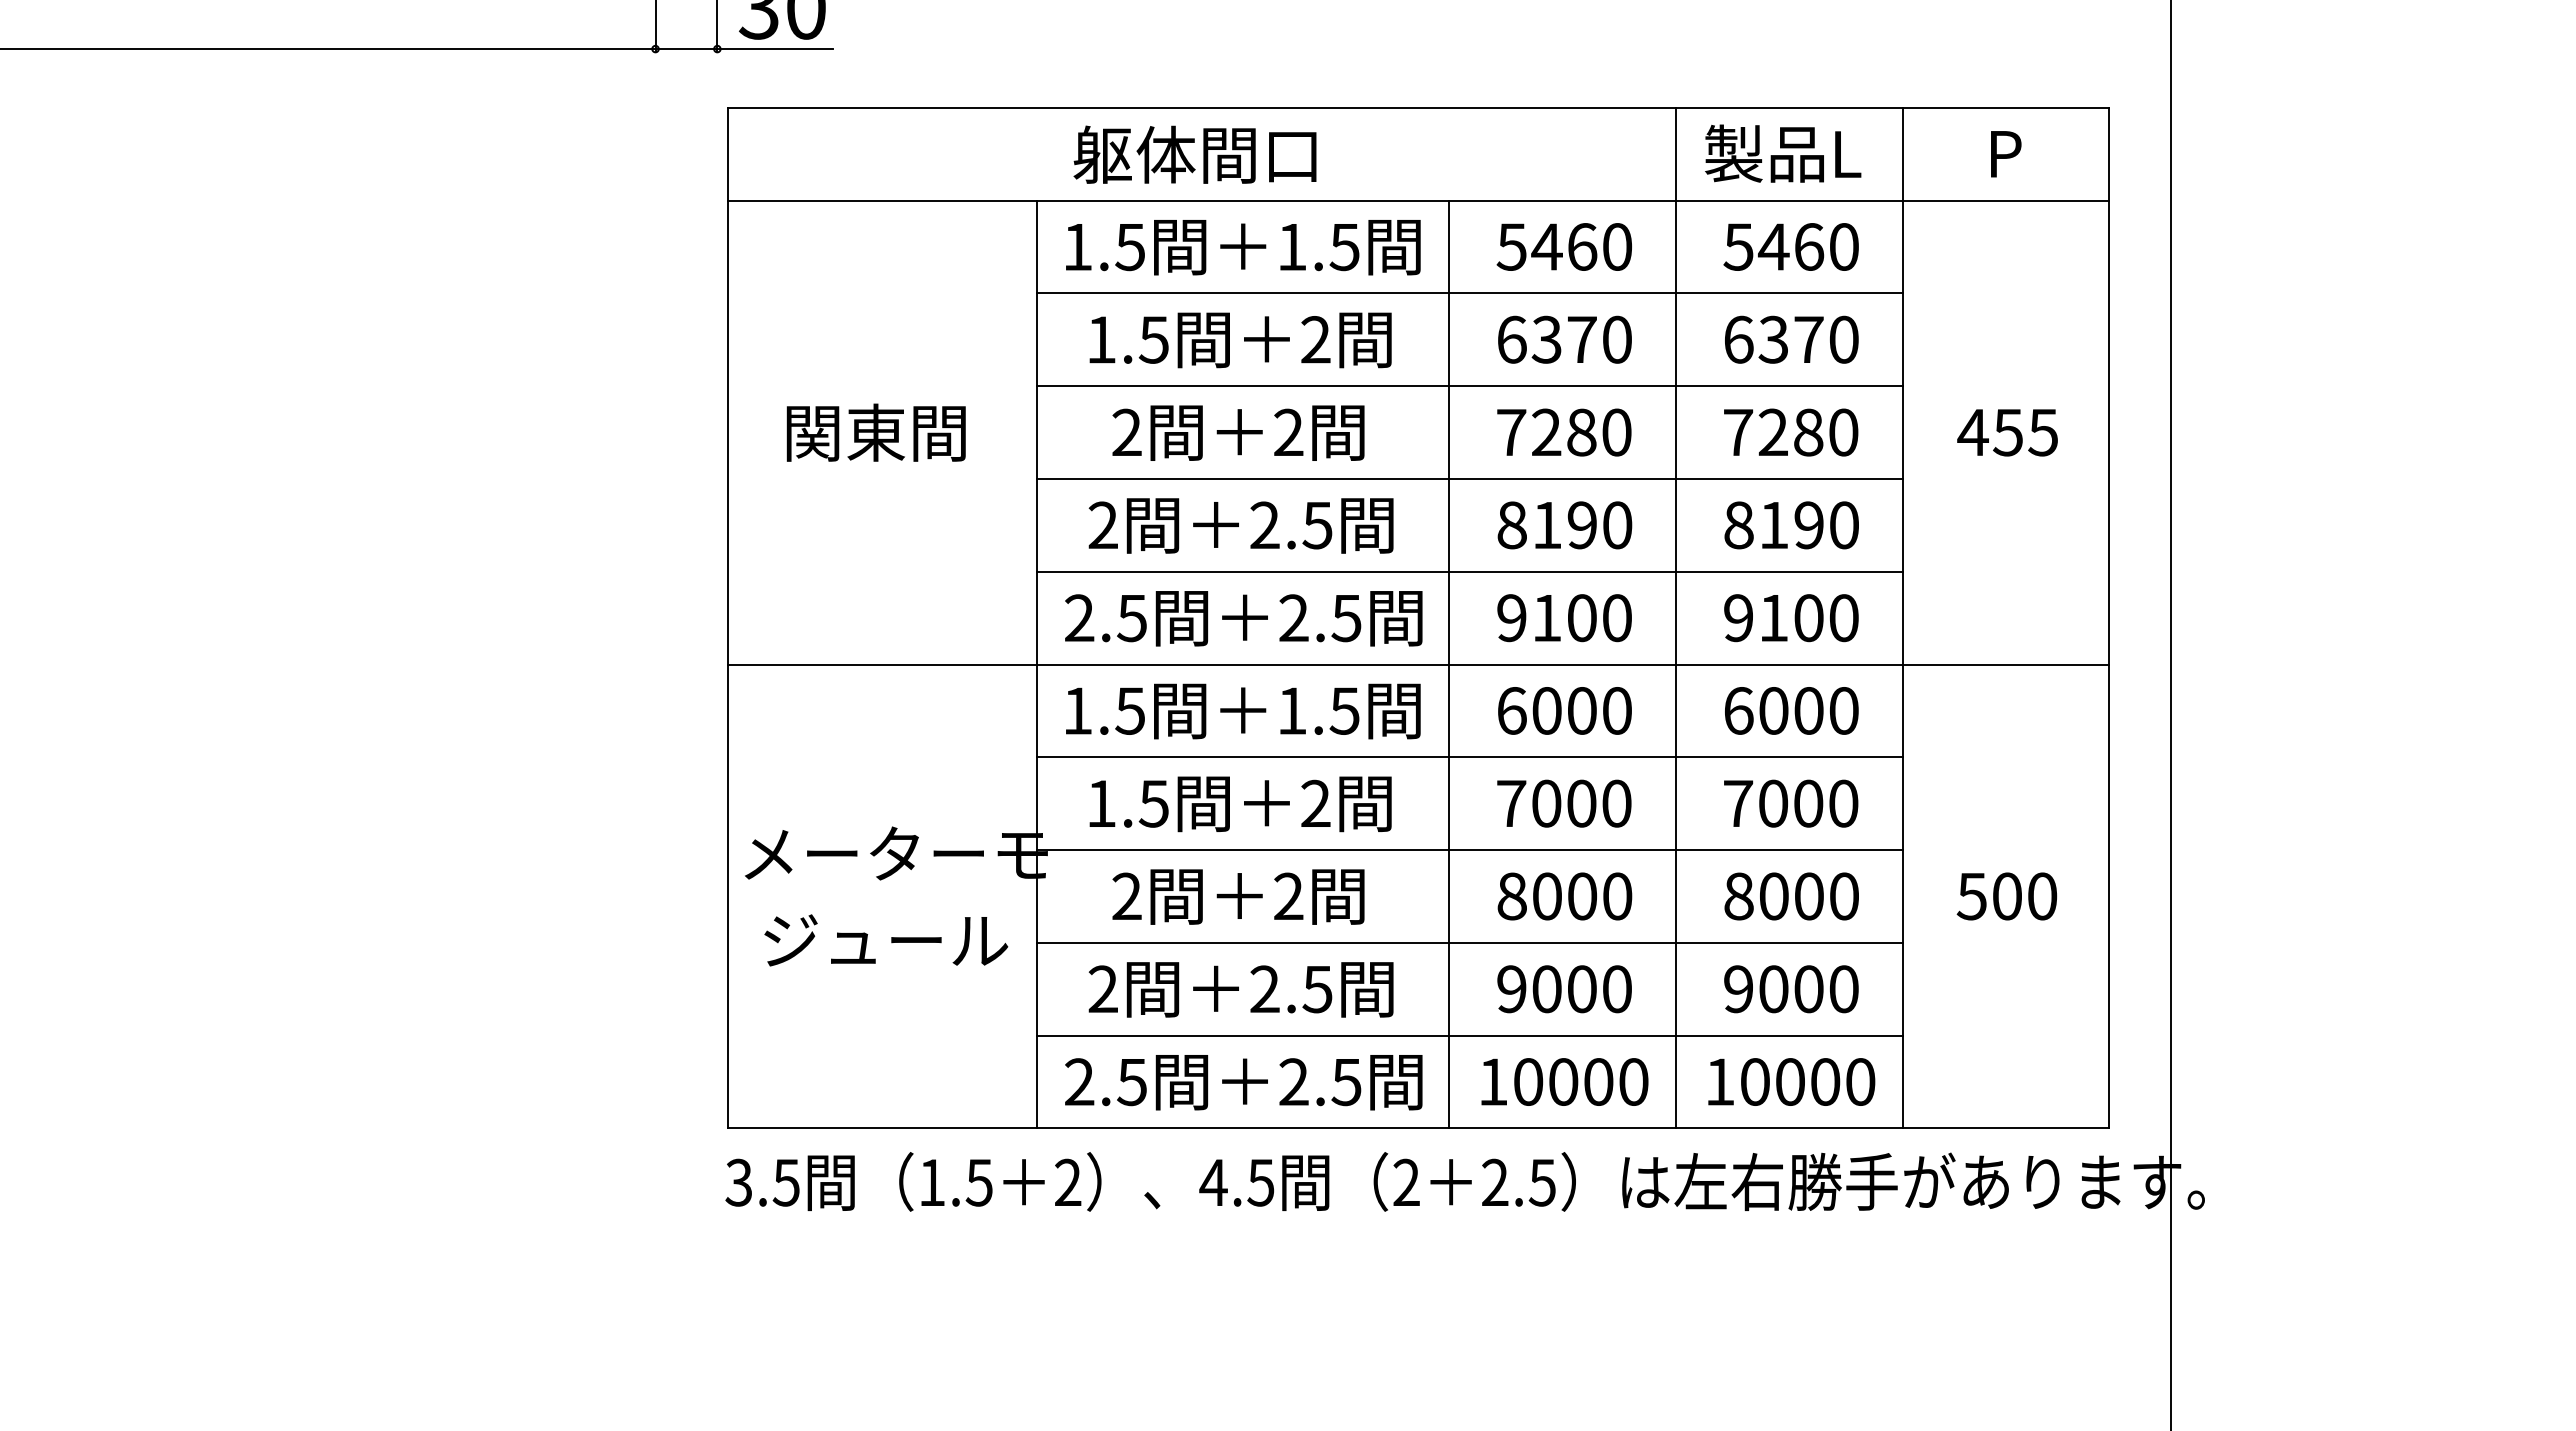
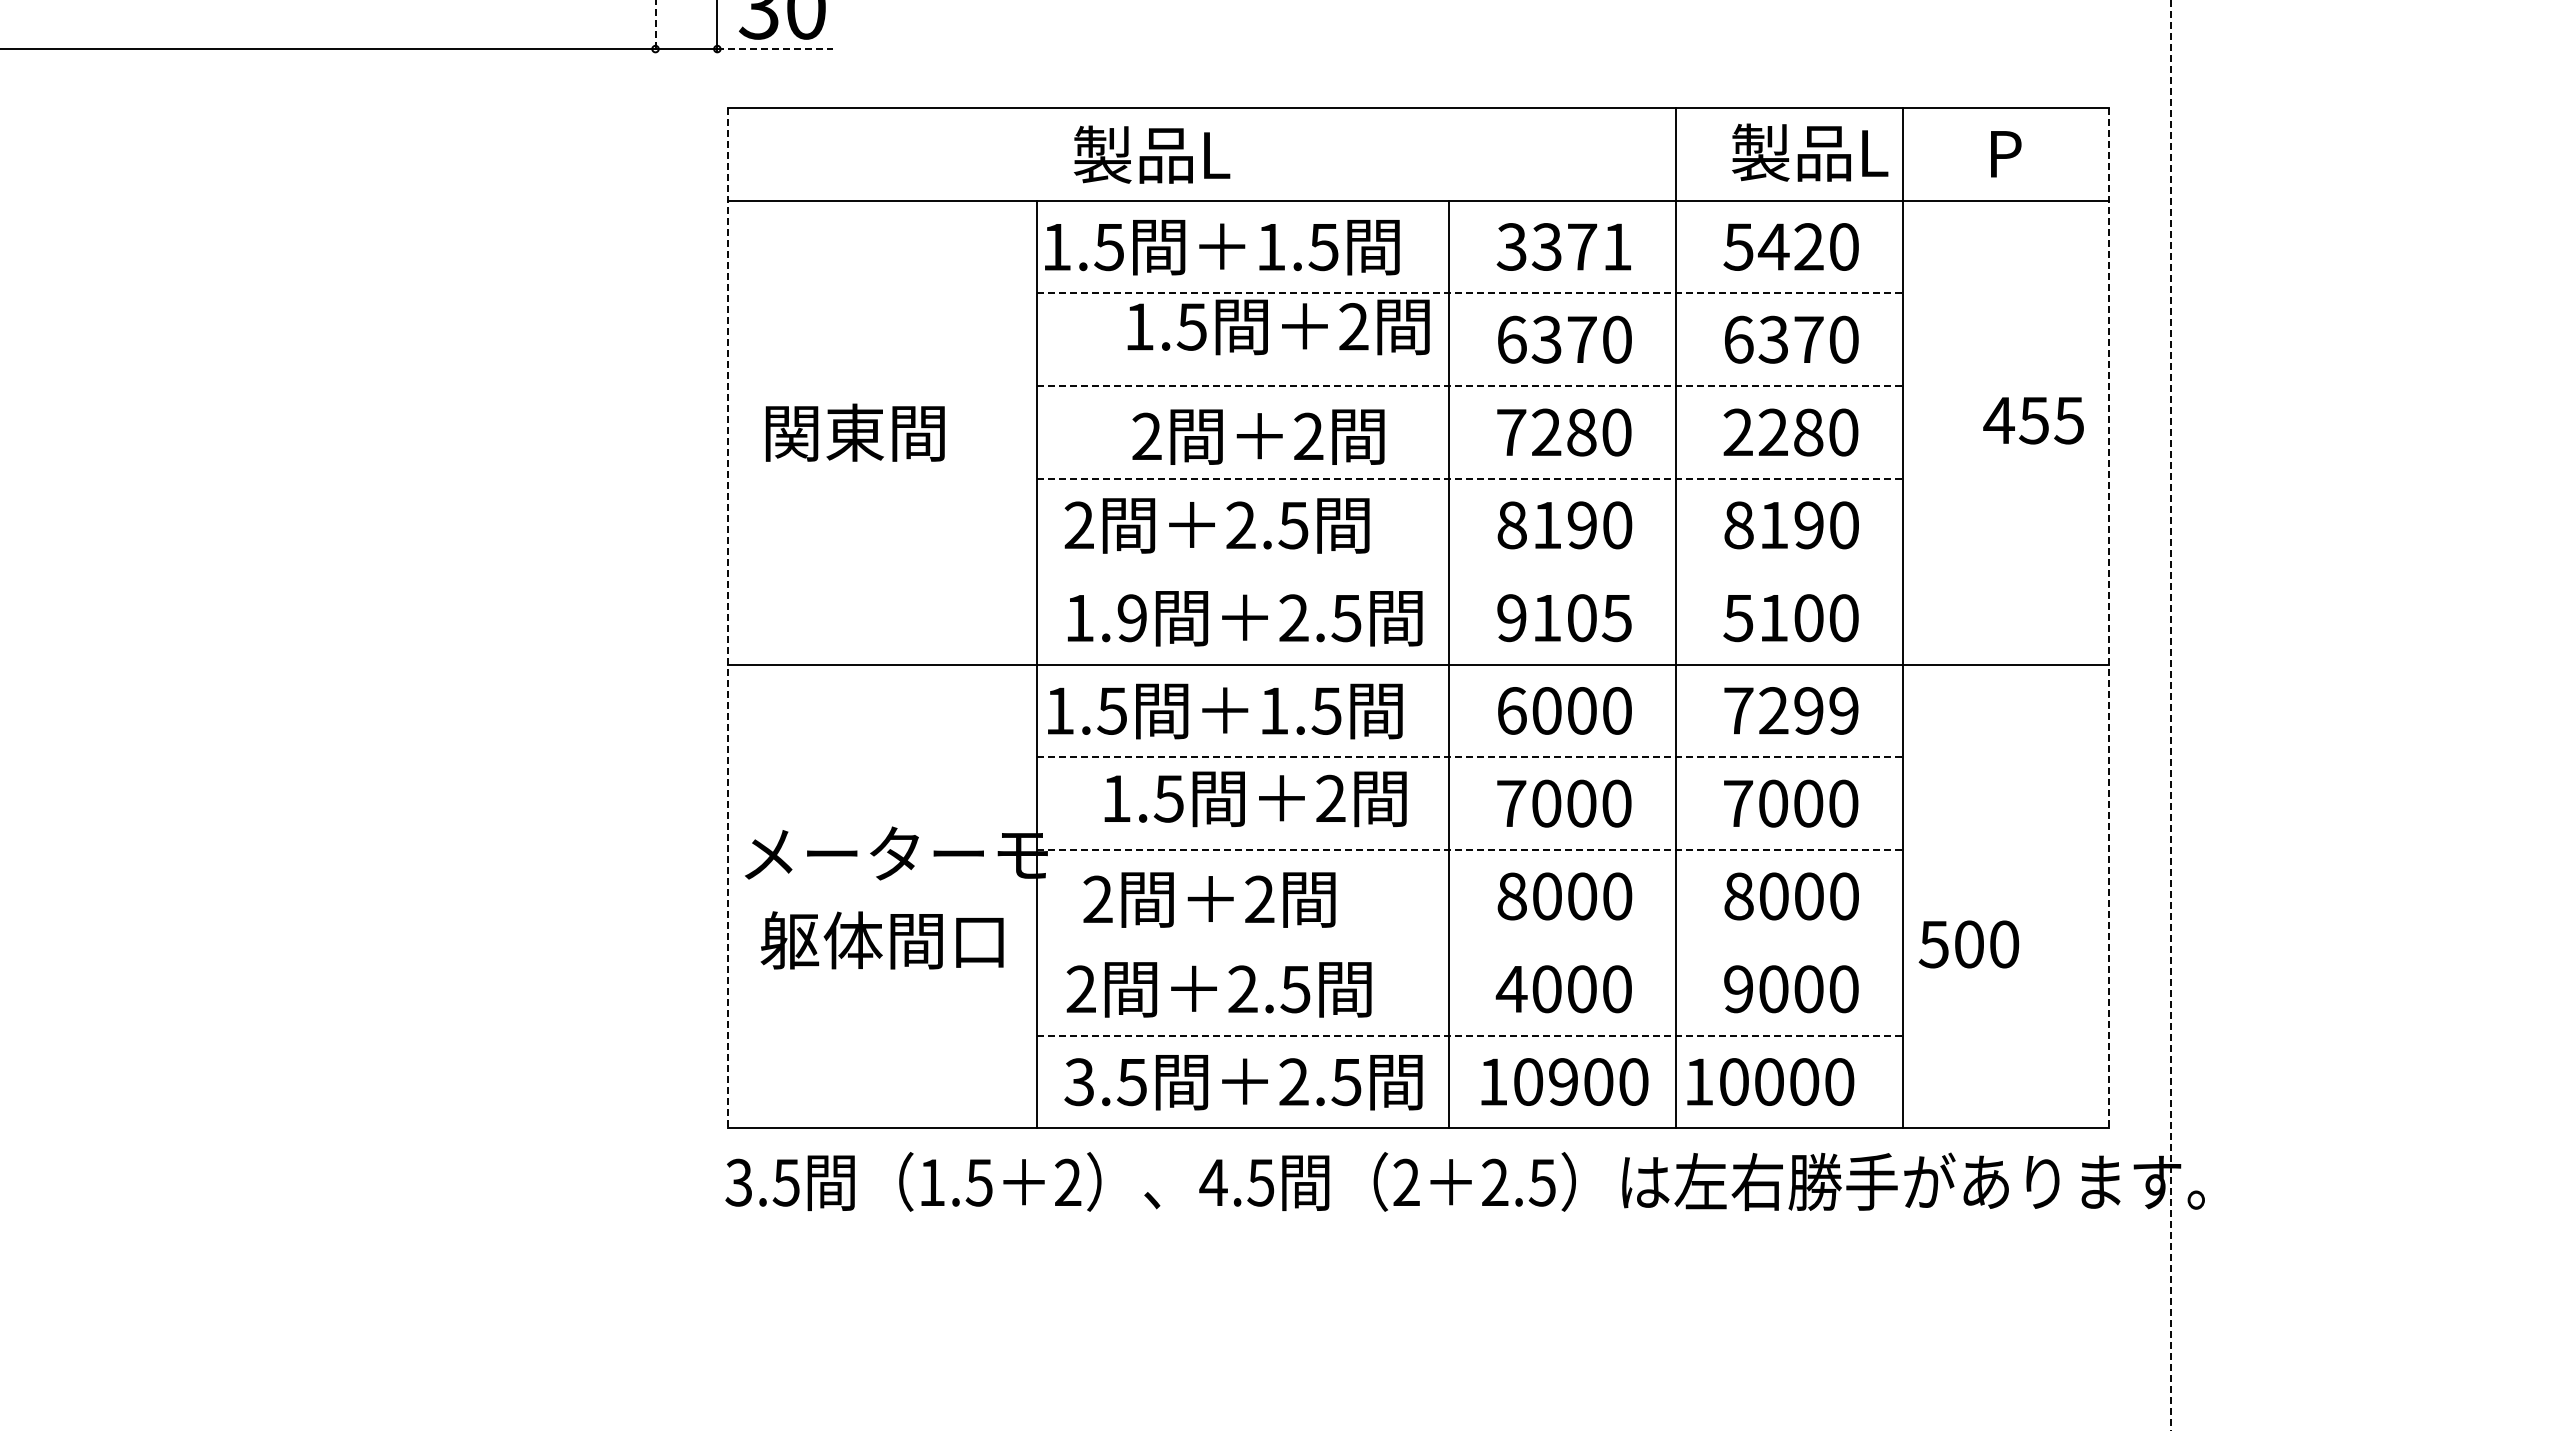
line at (655, 26): solid -> dashed
line at (775, 49): solid -> dashed
text at (1783, 153) position: (1783, 153) -> (1810, 152)
text at (1194, 154): 躯体間口 -> 製品L
text at (1564, 246): 5460 -> 3371
text at (1809, 246): 5460 -> 5420
text at (1243, 247) position: (1243, 247) -> (1222, 247)
line at (1469, 293): solid -> dashed
text at (1240, 340) position: (1240, 340) -> (1278, 327)
line at (1469, 386): solid -> dashed
text at (1738, 431): 7280 -> 2280
text at (875, 432) position: (875, 432) -> (854, 432)
text at (1238, 432) position: (1238, 432) -> (1258, 436)
text at (2007, 432) position: (2007, 432) -> (2033, 420)
line at (1469, 478): solid -> dashed
text at (1240, 525) position: (1240, 525) -> (1216, 525)
line at (1469, 571): present -> none
line at (727, 618): solid -> dashed
text at (1105, 618): 2.5 -> 1.9
text at (1616, 618): 9100 -> 9105
text at (1738, 618): 9100 -> 5100
line at (2109, 618): solid -> dashed
text at (1791, 710): 6000 -> 7299
text at (1243, 711) position: (1243, 711) -> (1225, 711)
line at (2170, 715): solid -> dashed
line at (1469, 757): solid -> dashed
text at (1240, 804) position: (1240, 804) -> (1255, 799)
line at (1469, 850): solid -> dashed
text at (1238, 896) position: (1238, 896) -> (1209, 899)
text at (2006, 896) position: (2006, 896) -> (1968, 944)
text at (884, 940): ジュール -> 躯体間口
line at (1469, 942): present -> none
text at (1240, 989) position: (1240, 989) -> (1218, 989)
text at (1511, 989): 9000 -> 4000
line at (1469, 1035): solid -> dashed
text at (1563, 1081): 10000 -> 10900
text at (1791, 1081) position: (1791, 1081) -> (1770, 1081)
text at (1079, 1082): 2.5 -> 3.5
